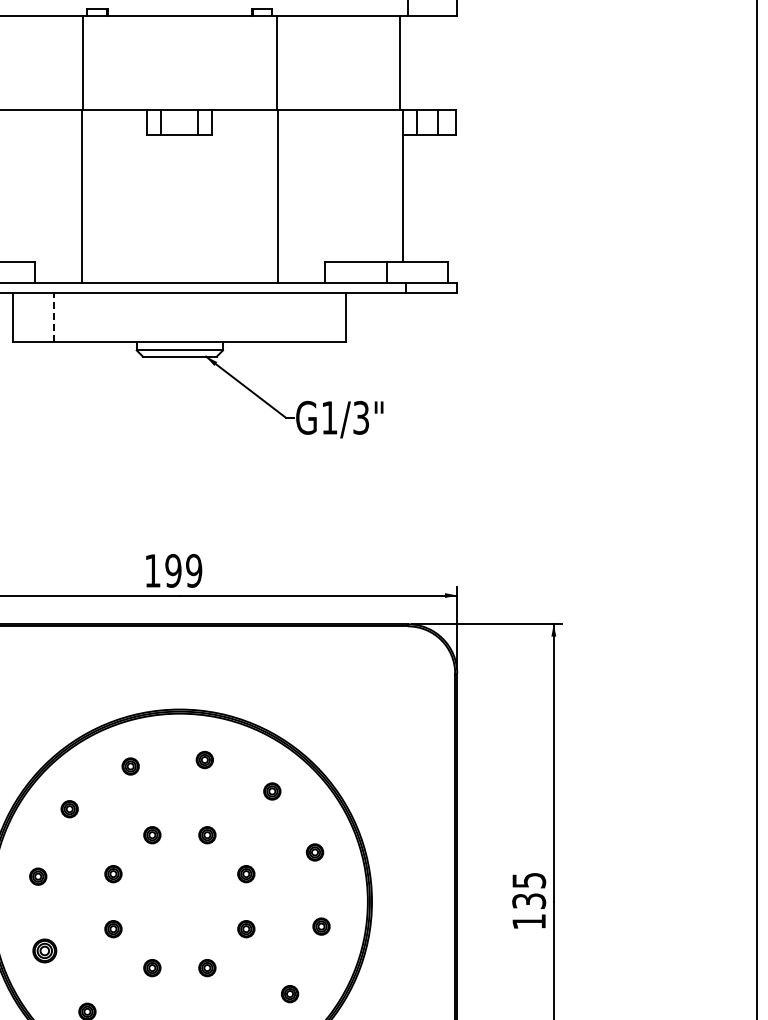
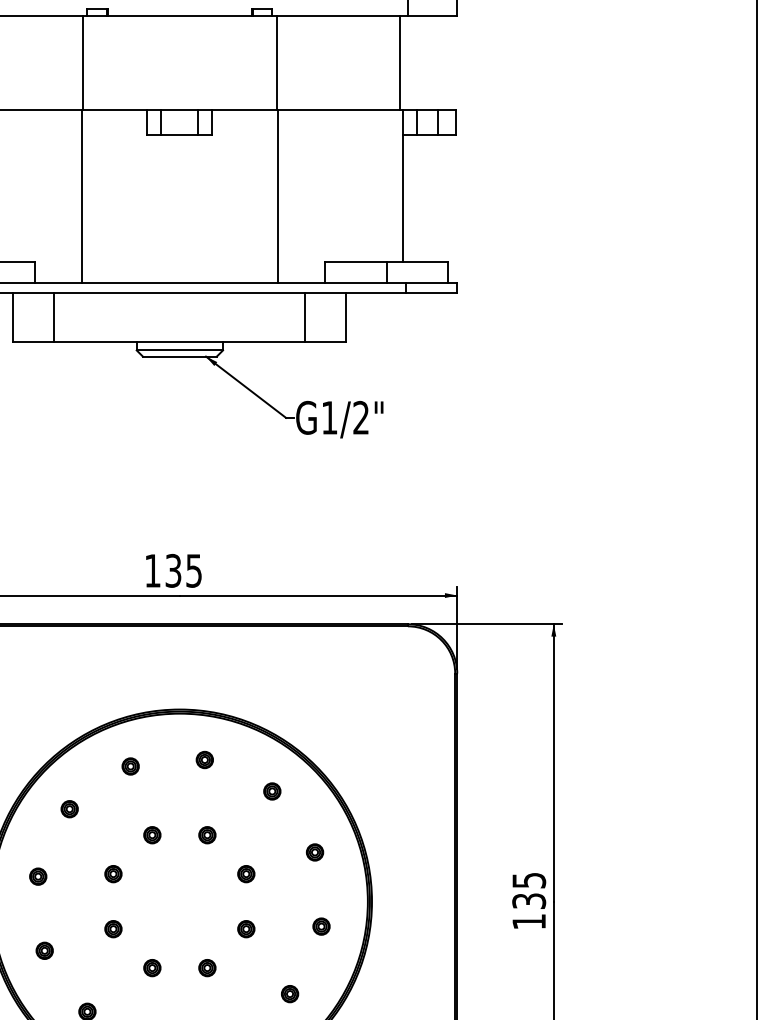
line at (54, 317): dashed -> solid
line at (305, 317): none -> present
text at (360, 417): G1/3" -> G1/2"
text at (183, 570): 199 -> 135
part at (44, 950) size: 26x26 px -> 19x19 px
